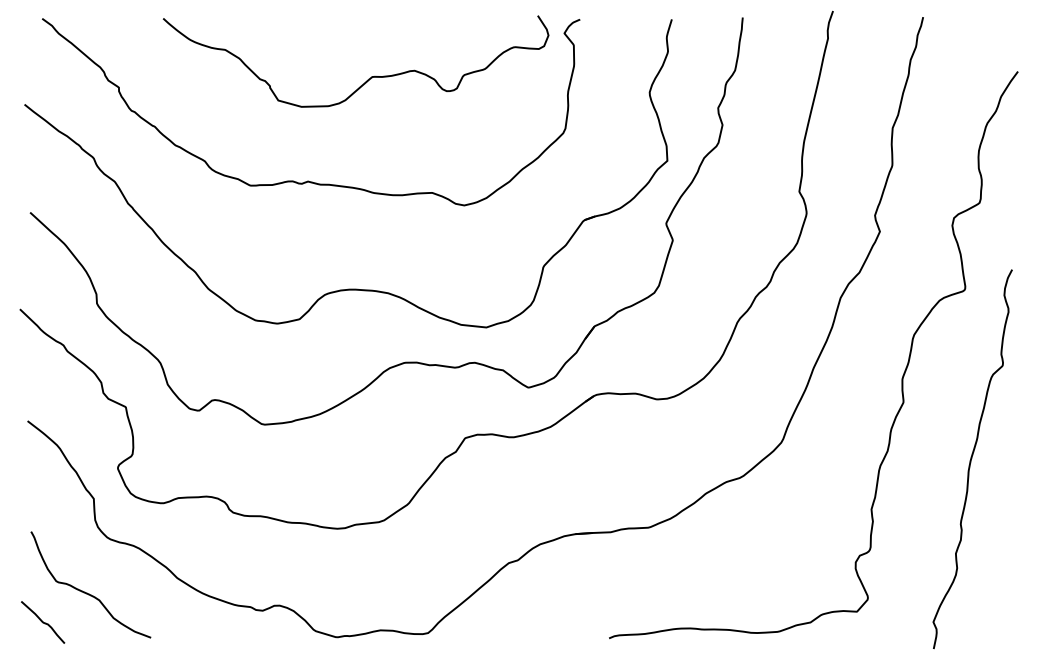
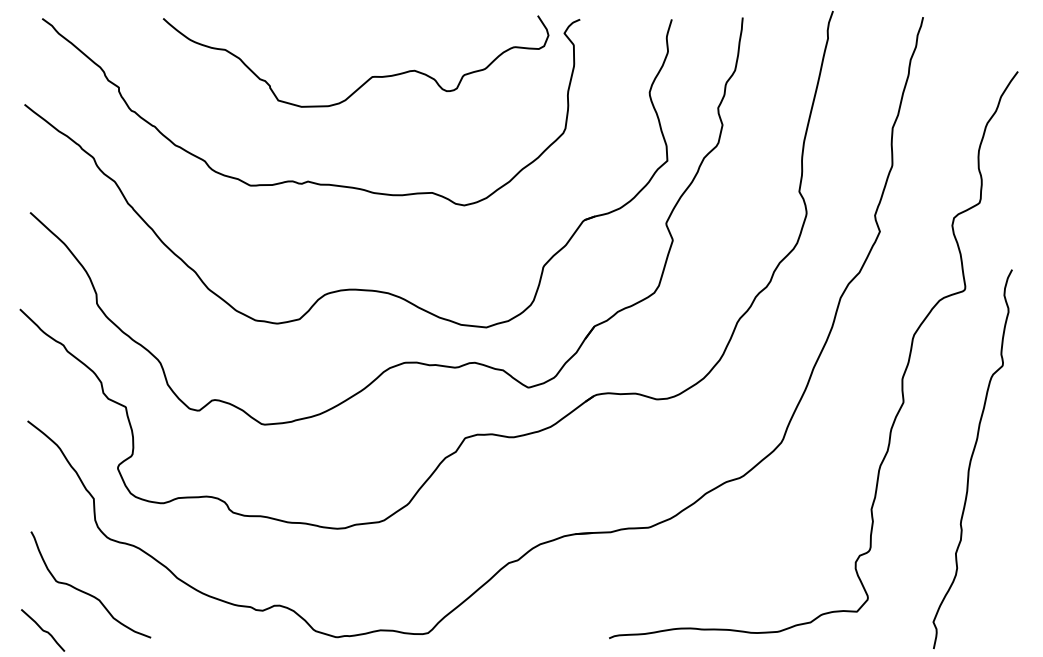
curve at (43, 622) position: (43, 622) -> (43, 630)
